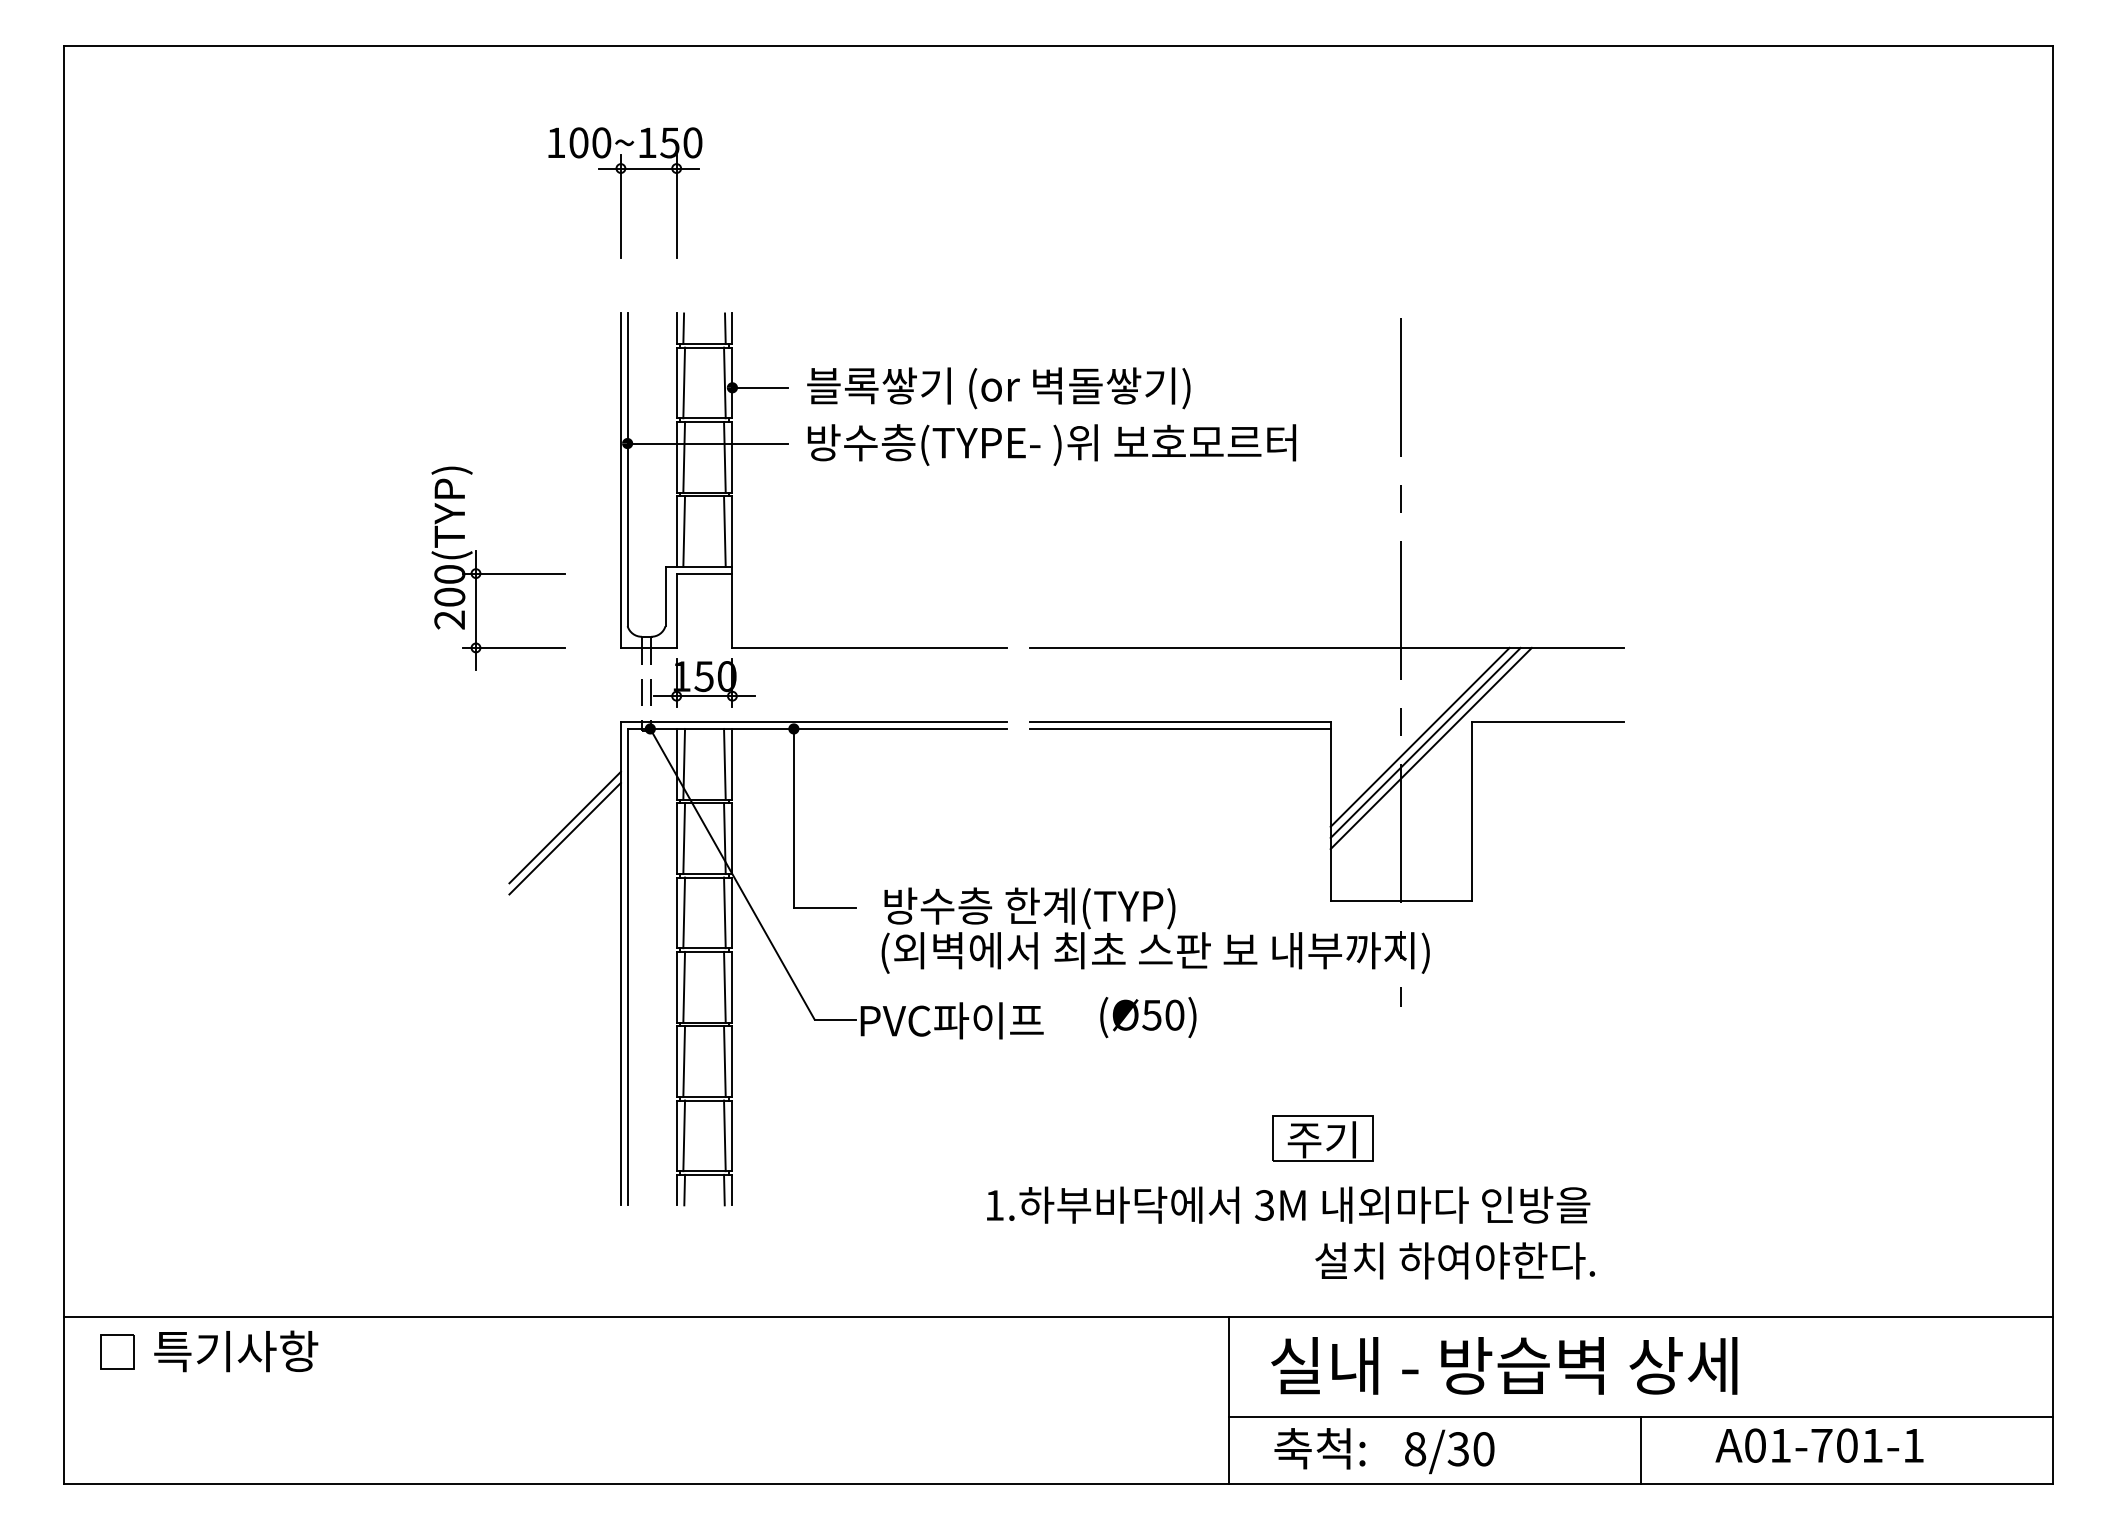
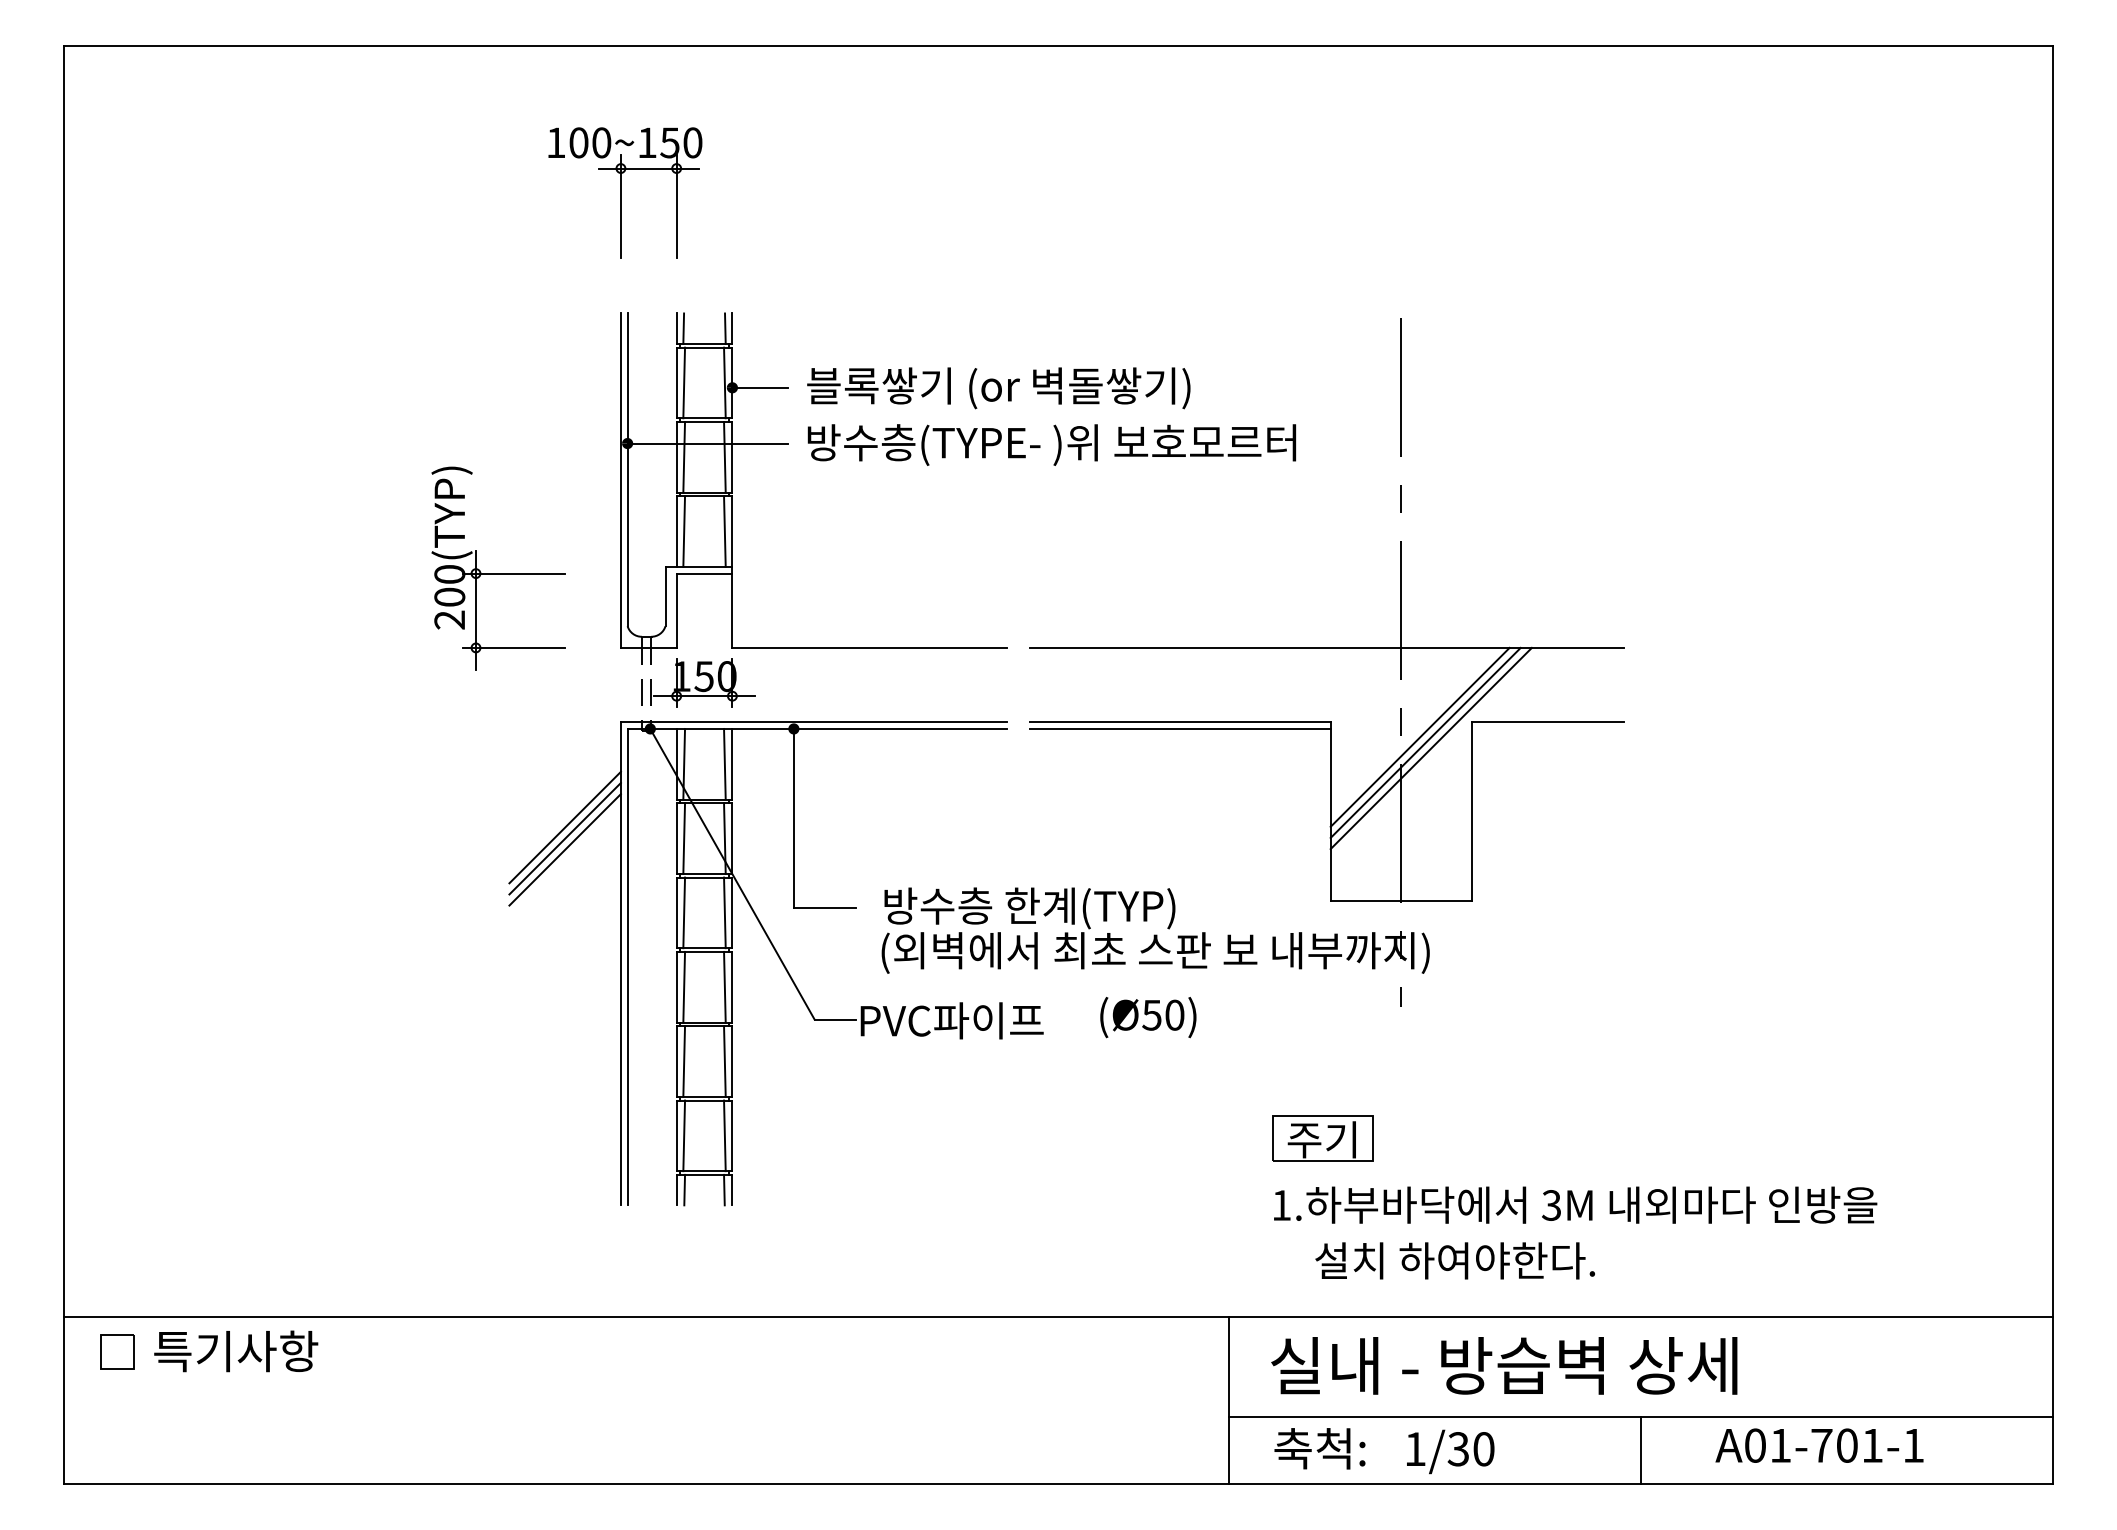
line at (564, 849): none -> present
text at (1288, 1204) position: (1288, 1204) -> (1575, 1204)
text at (1415, 1449): 8/30 -> 1/30
